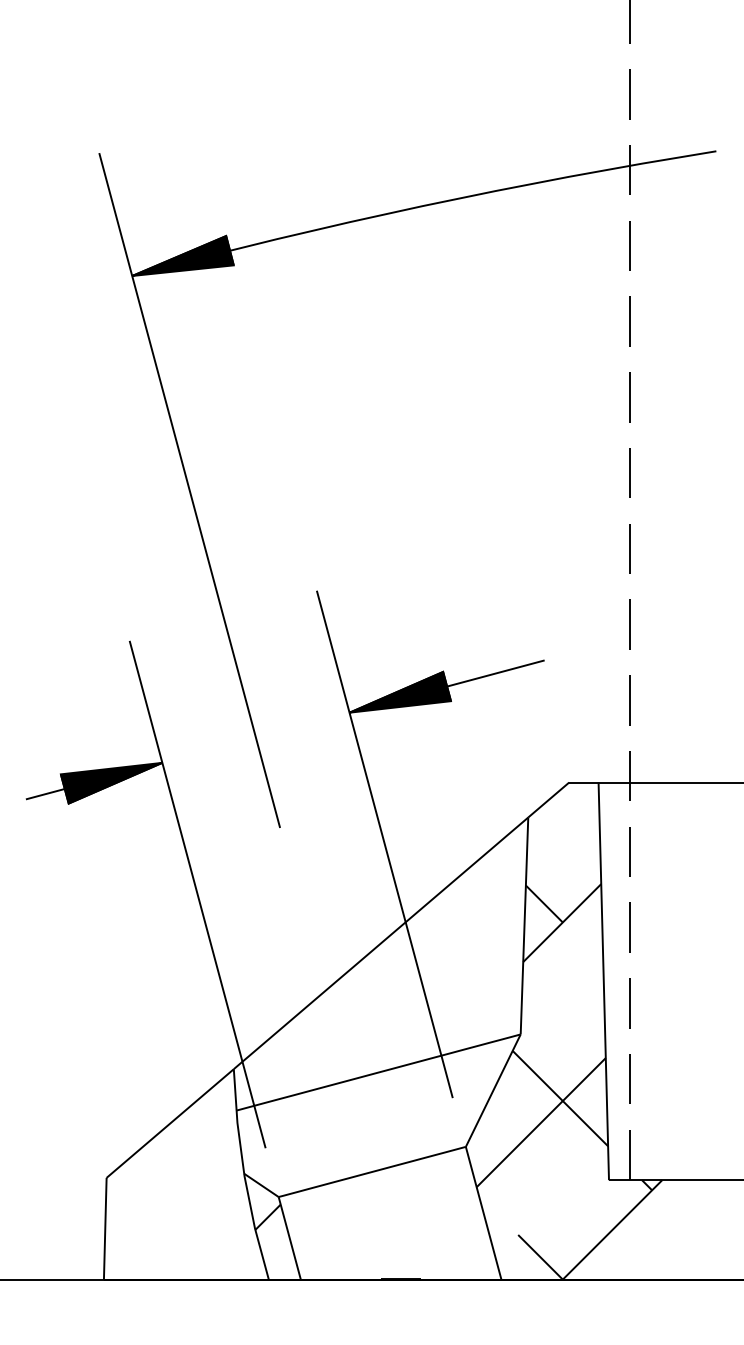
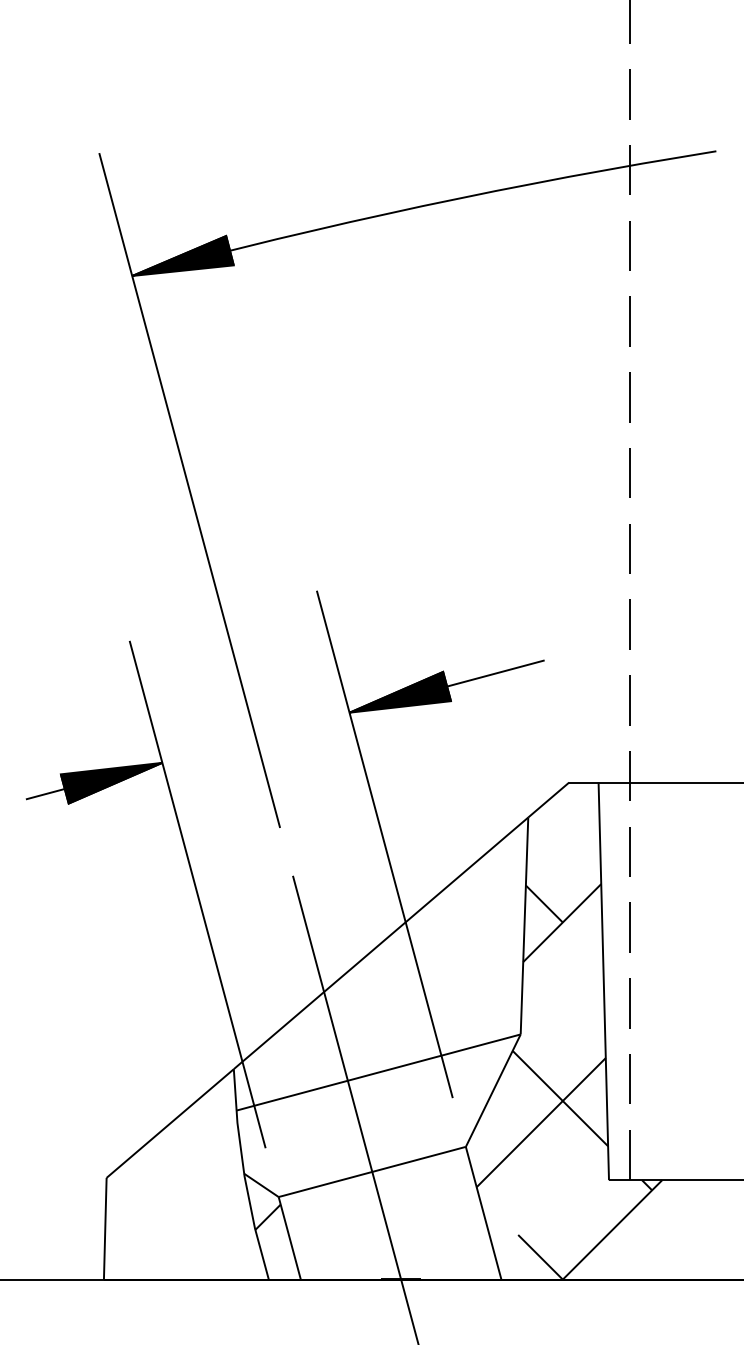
line at (354, 1108): none -> present
